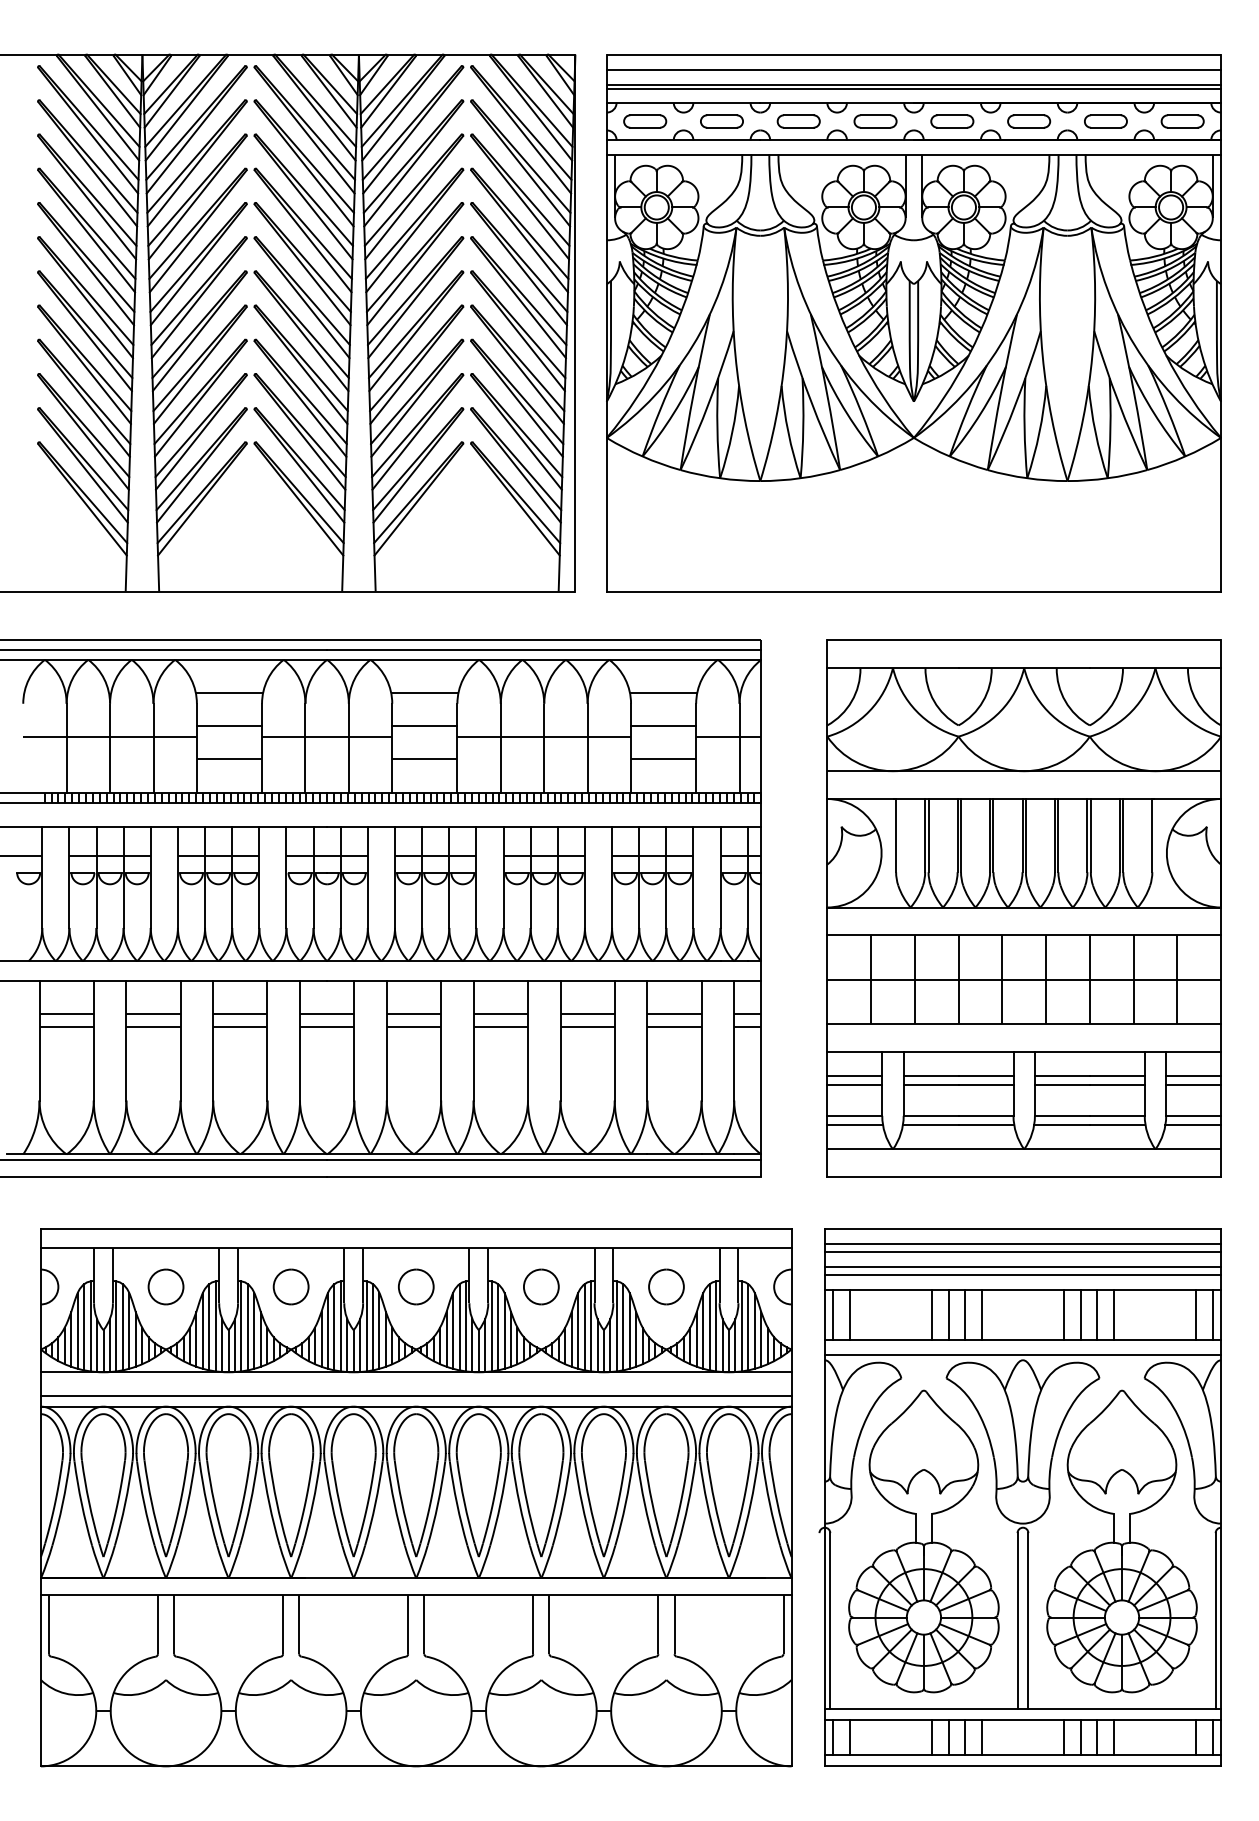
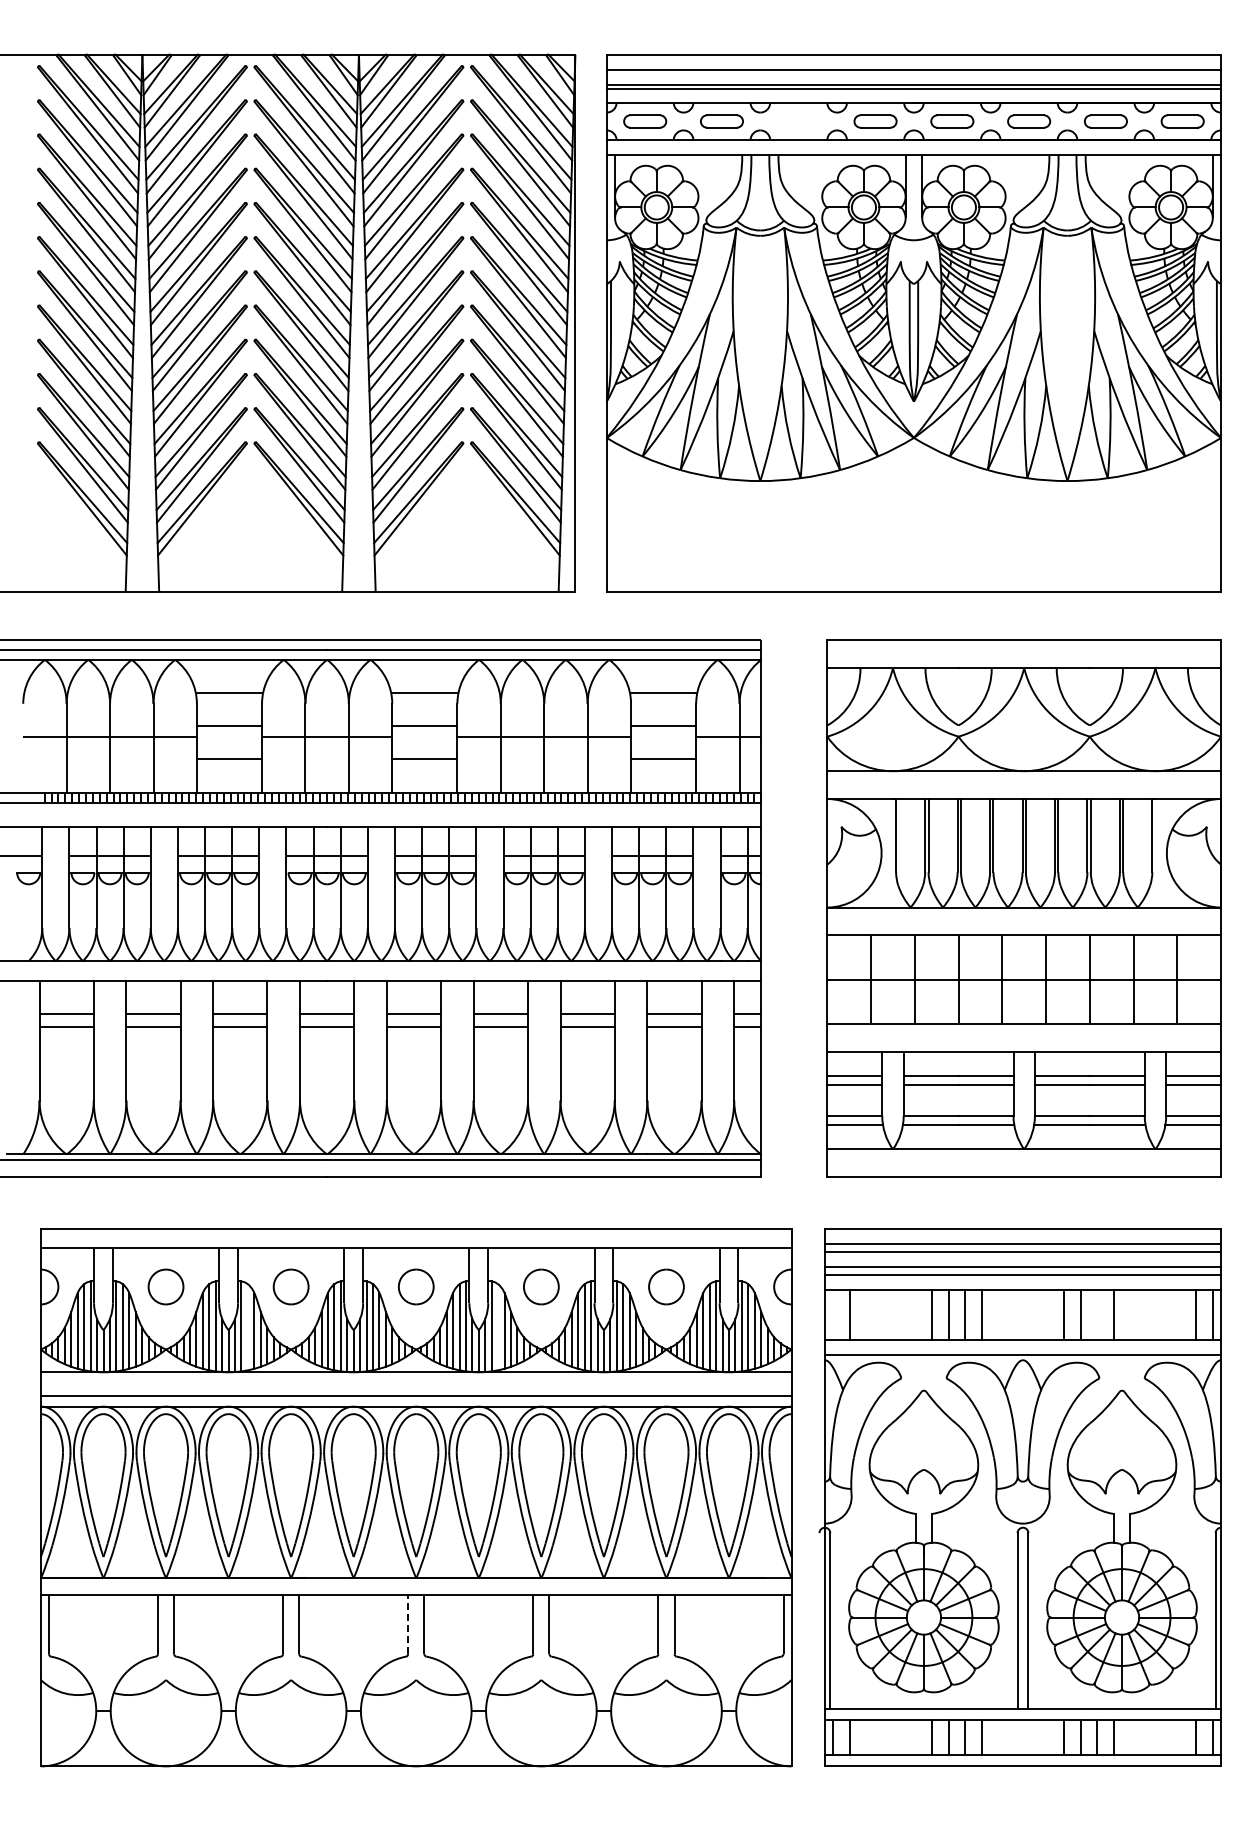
part at (798, 121): present -> none
line at (833, 1314): present -> none
line at (1097, 1314): present -> none
line at (247, 1327): present -> none
line at (498, 1327): present -> none
line at (408, 1624): solid -> dashed
